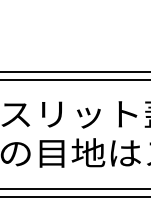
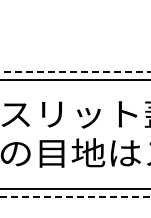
line at (75, 72): solid -> dashed
line at (75, 197): solid -> dashed
